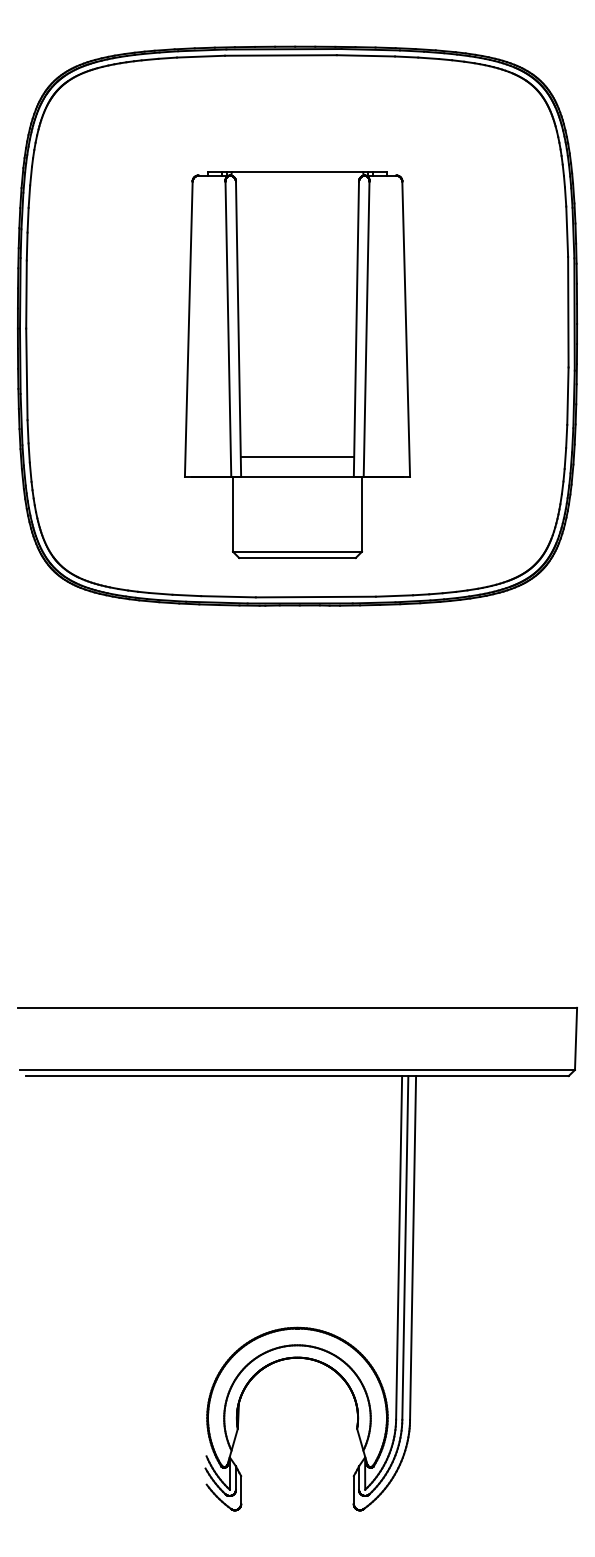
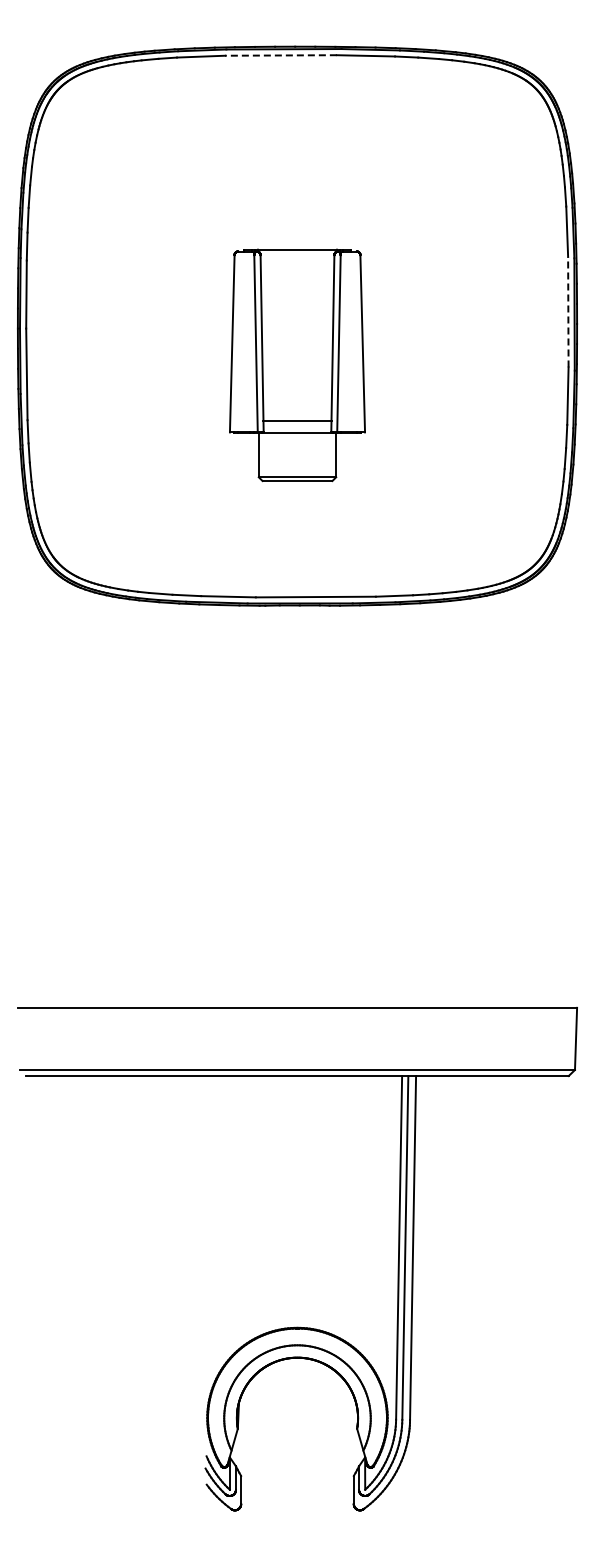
line at (280, 55): solid -> dashed
line at (568, 311): solid -> dashed
part at (297, 365) size: 227x389 px -> 137x235 px
